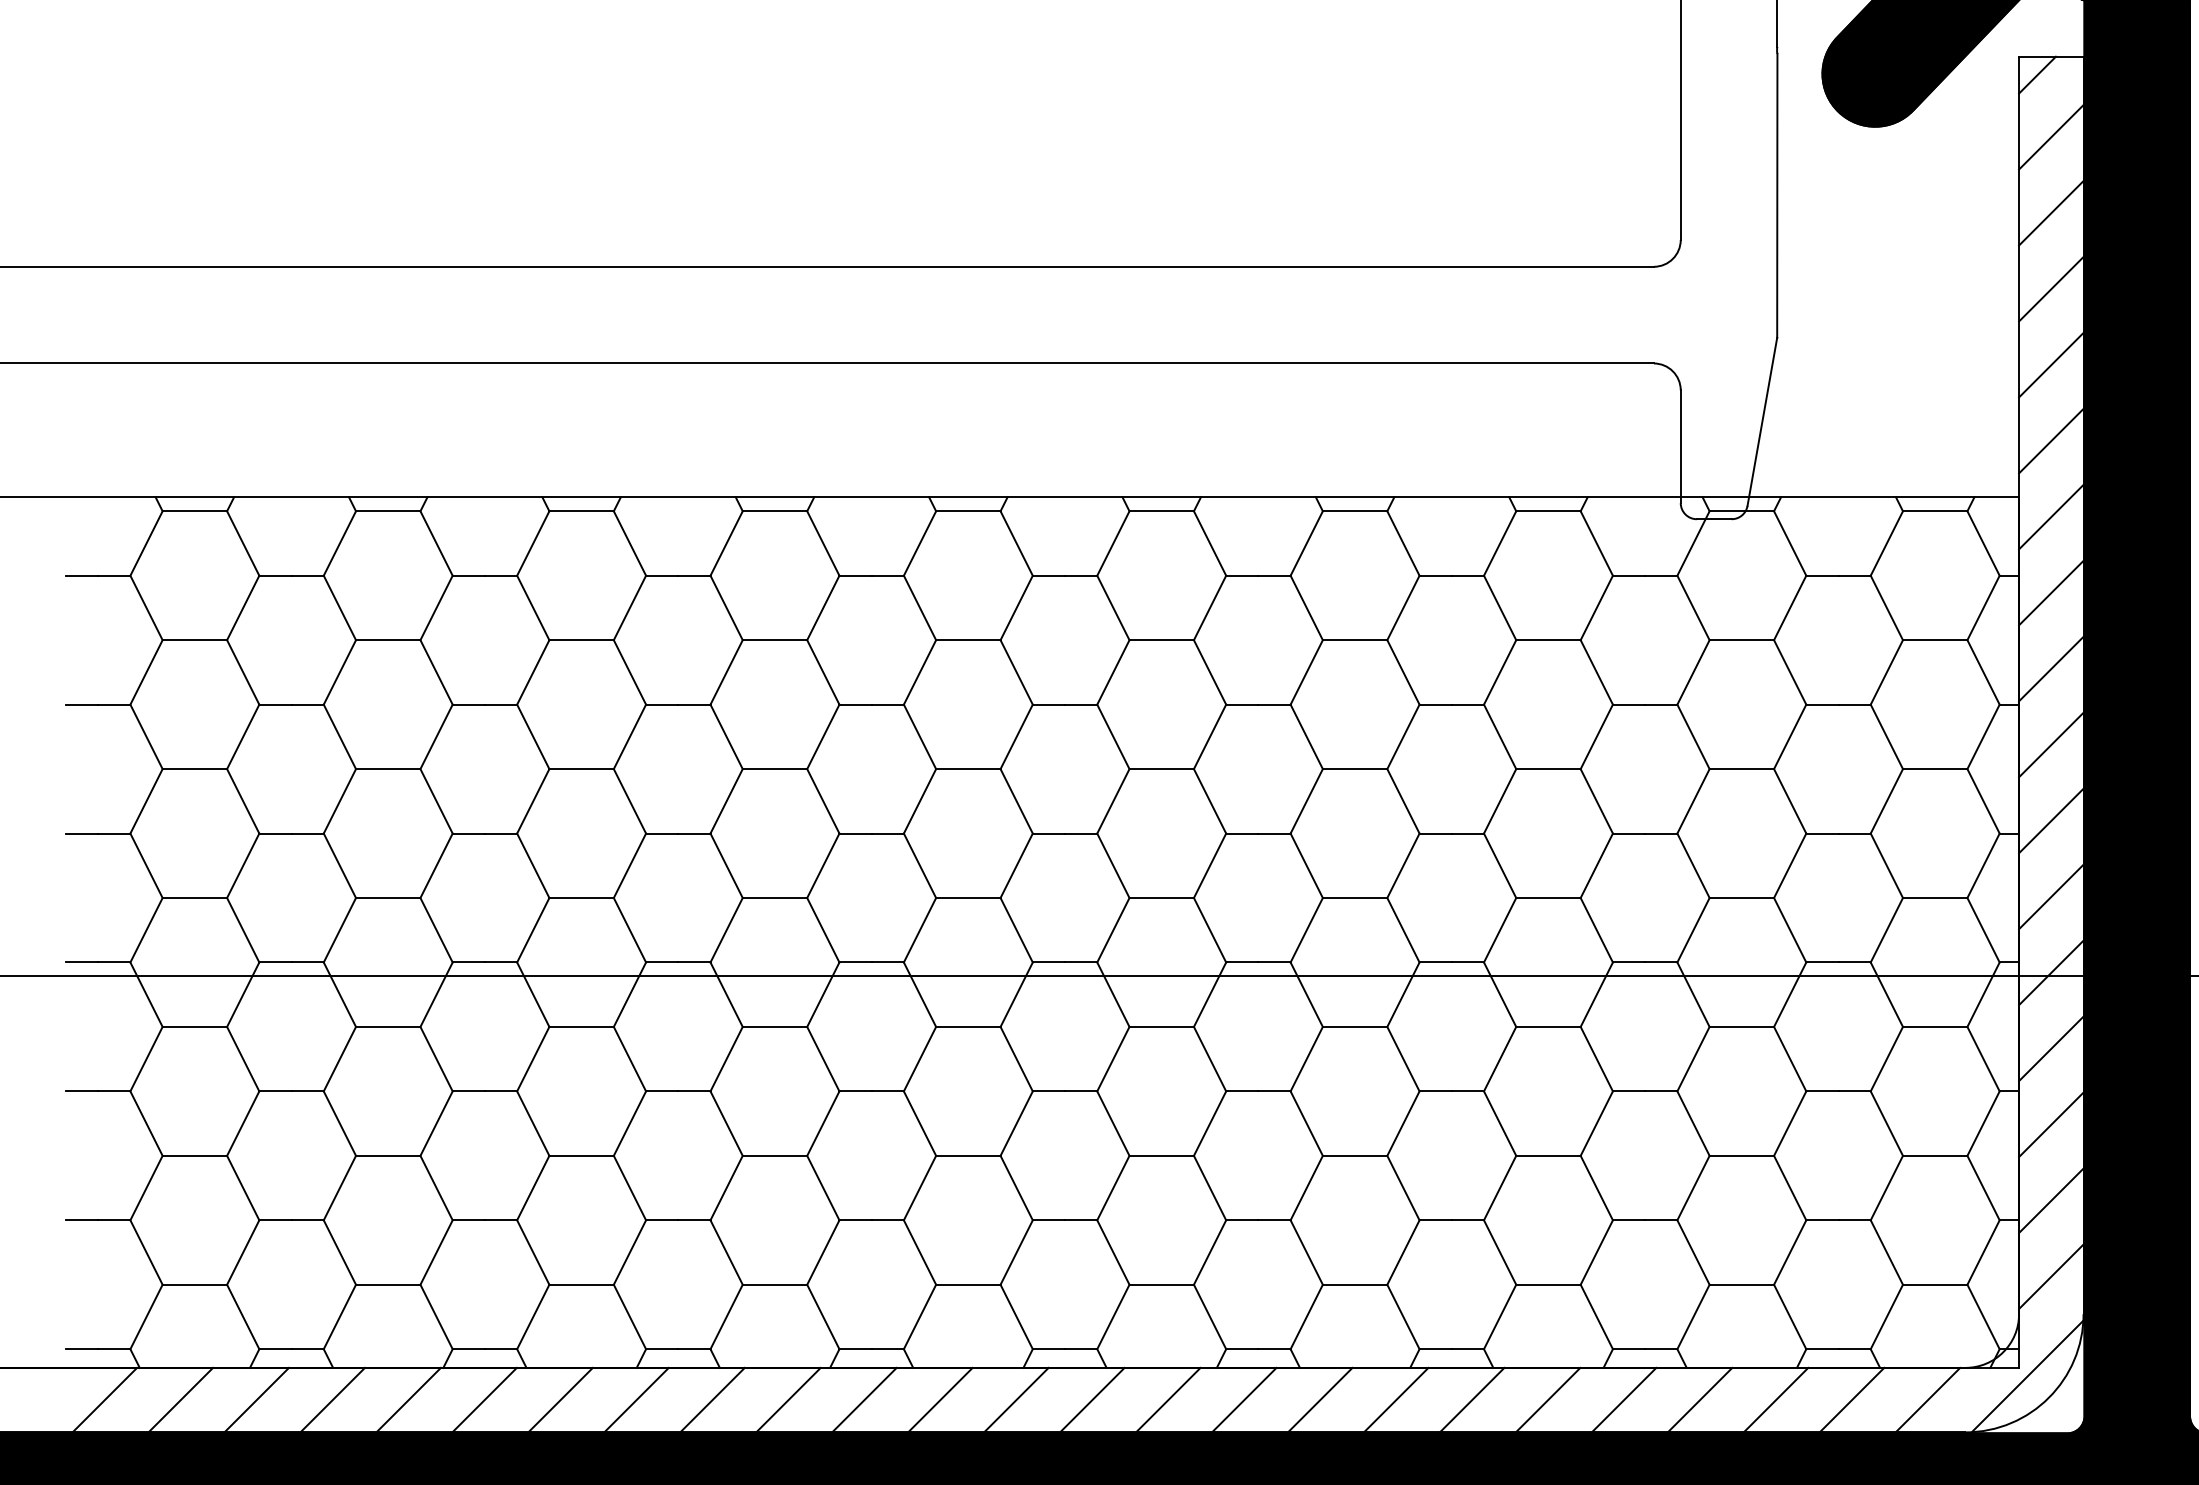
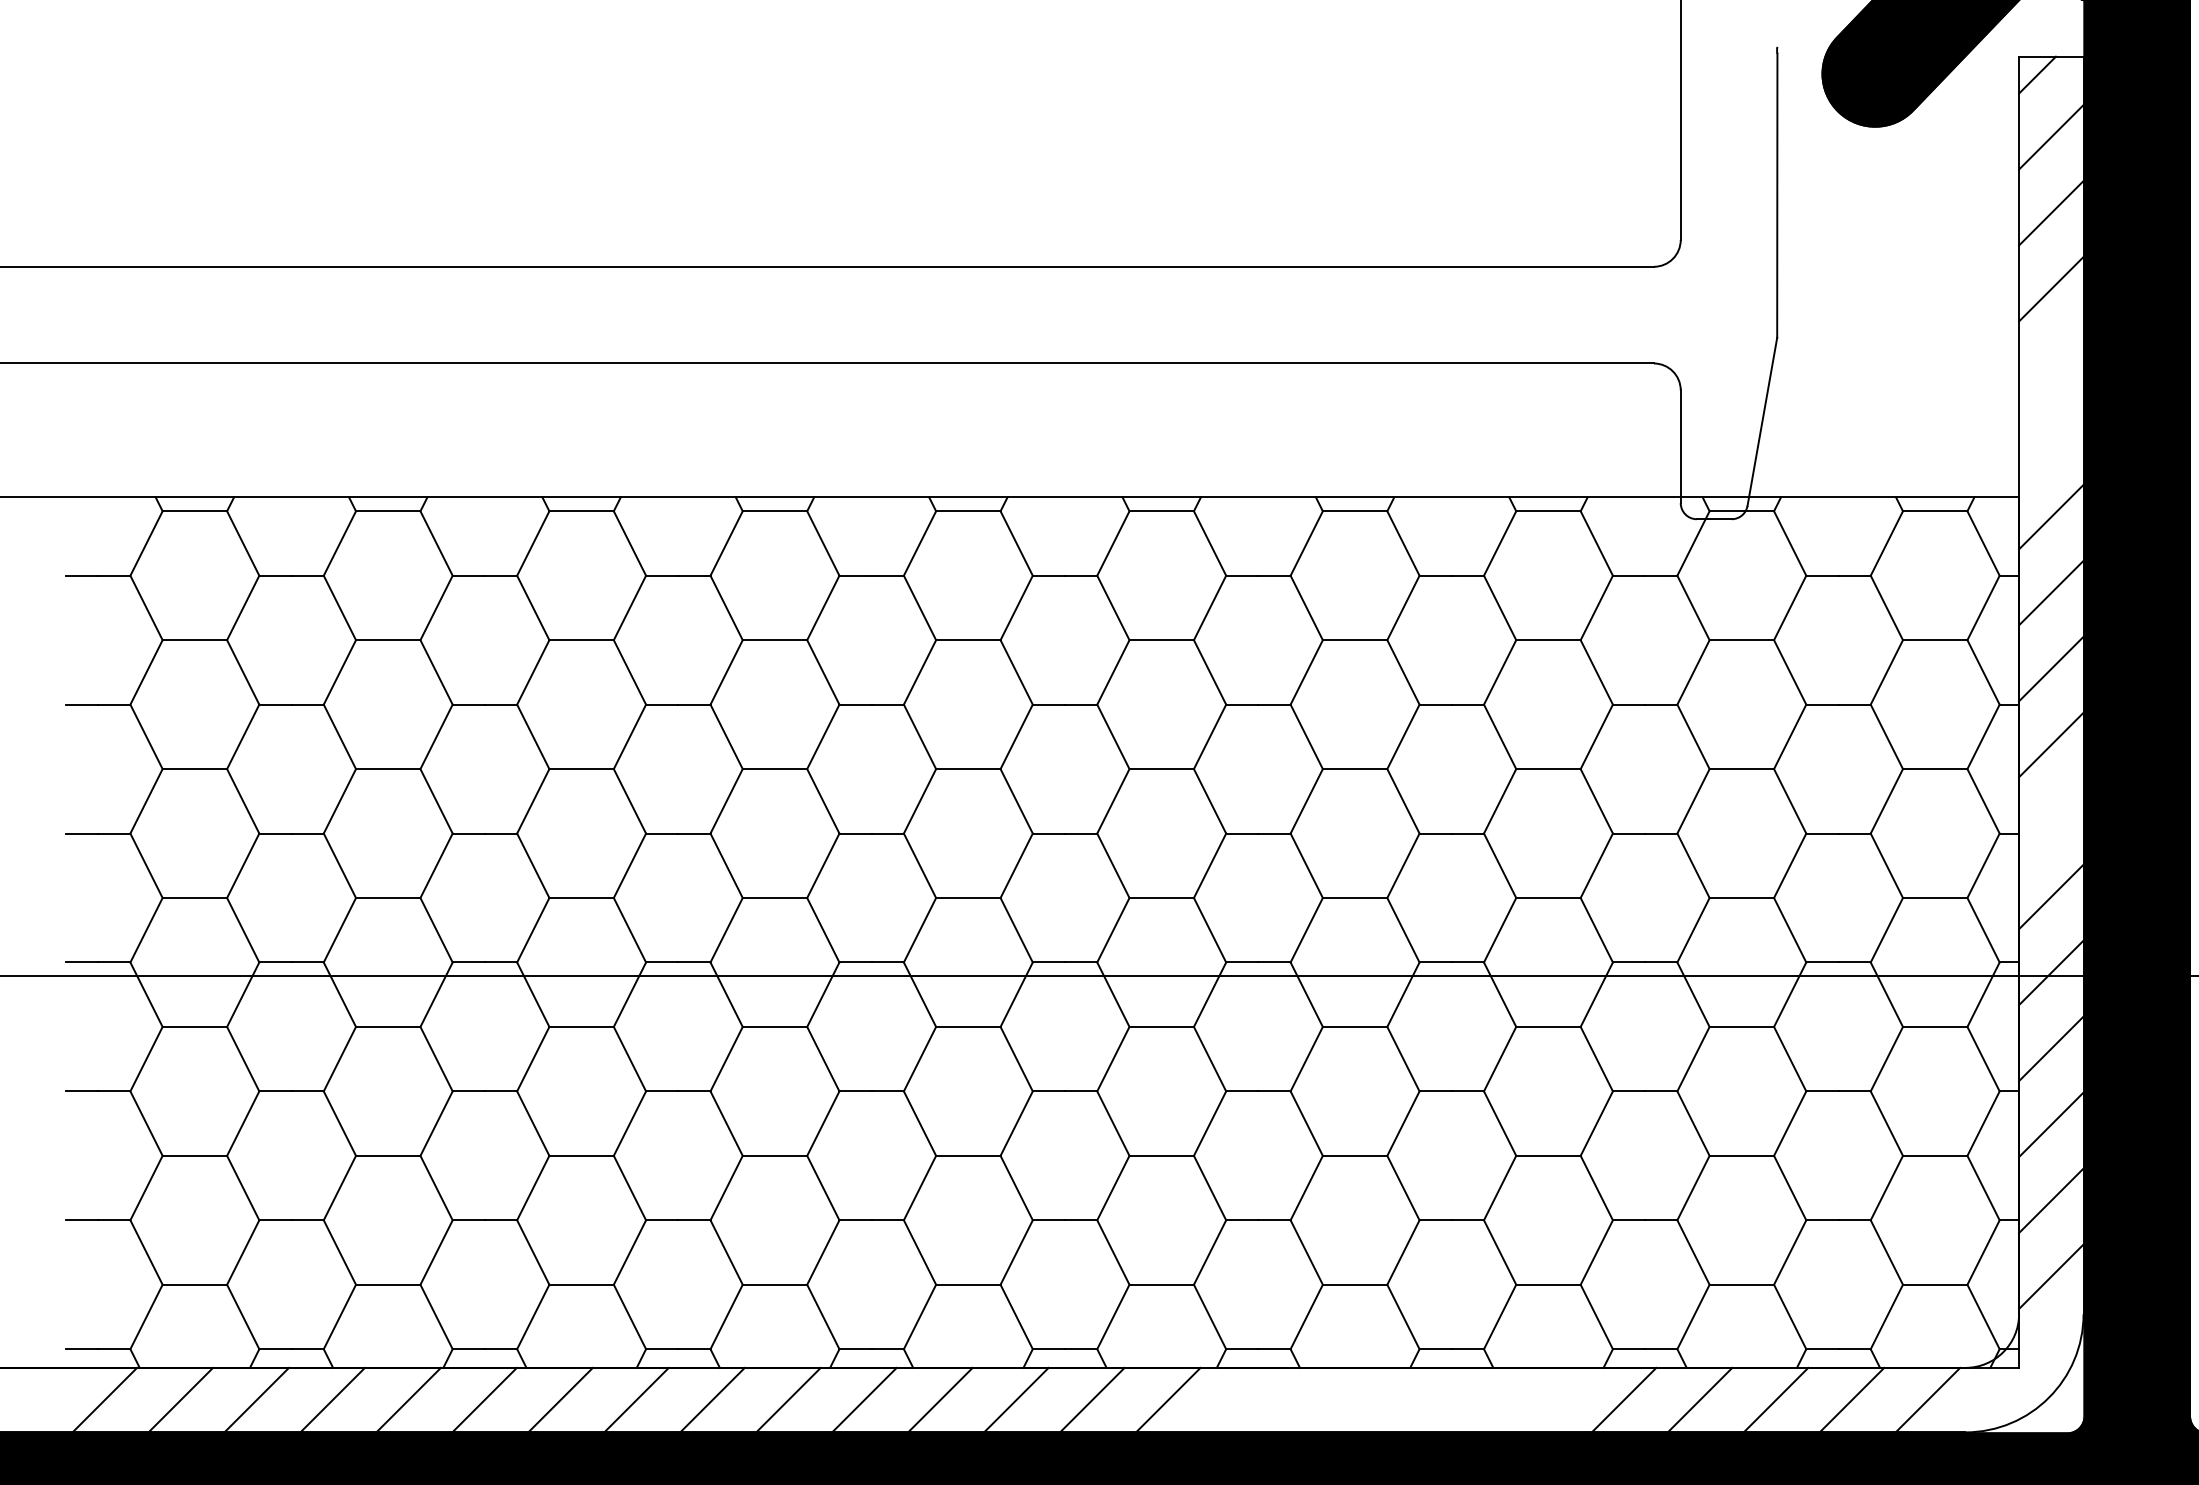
line at (1777, 24): present -> none
line at (2051, 364): present -> none
line at (2051, 440): present -> none
line at (2051, 820): present -> none
line at (2027, 1376): present -> none
line at (1244, 1399): present -> none
line at (1320, 1399): present -> none
line at (1395, 1399): present -> none
line at (1471, 1399): present -> none
line at (1547, 1399): present -> none
